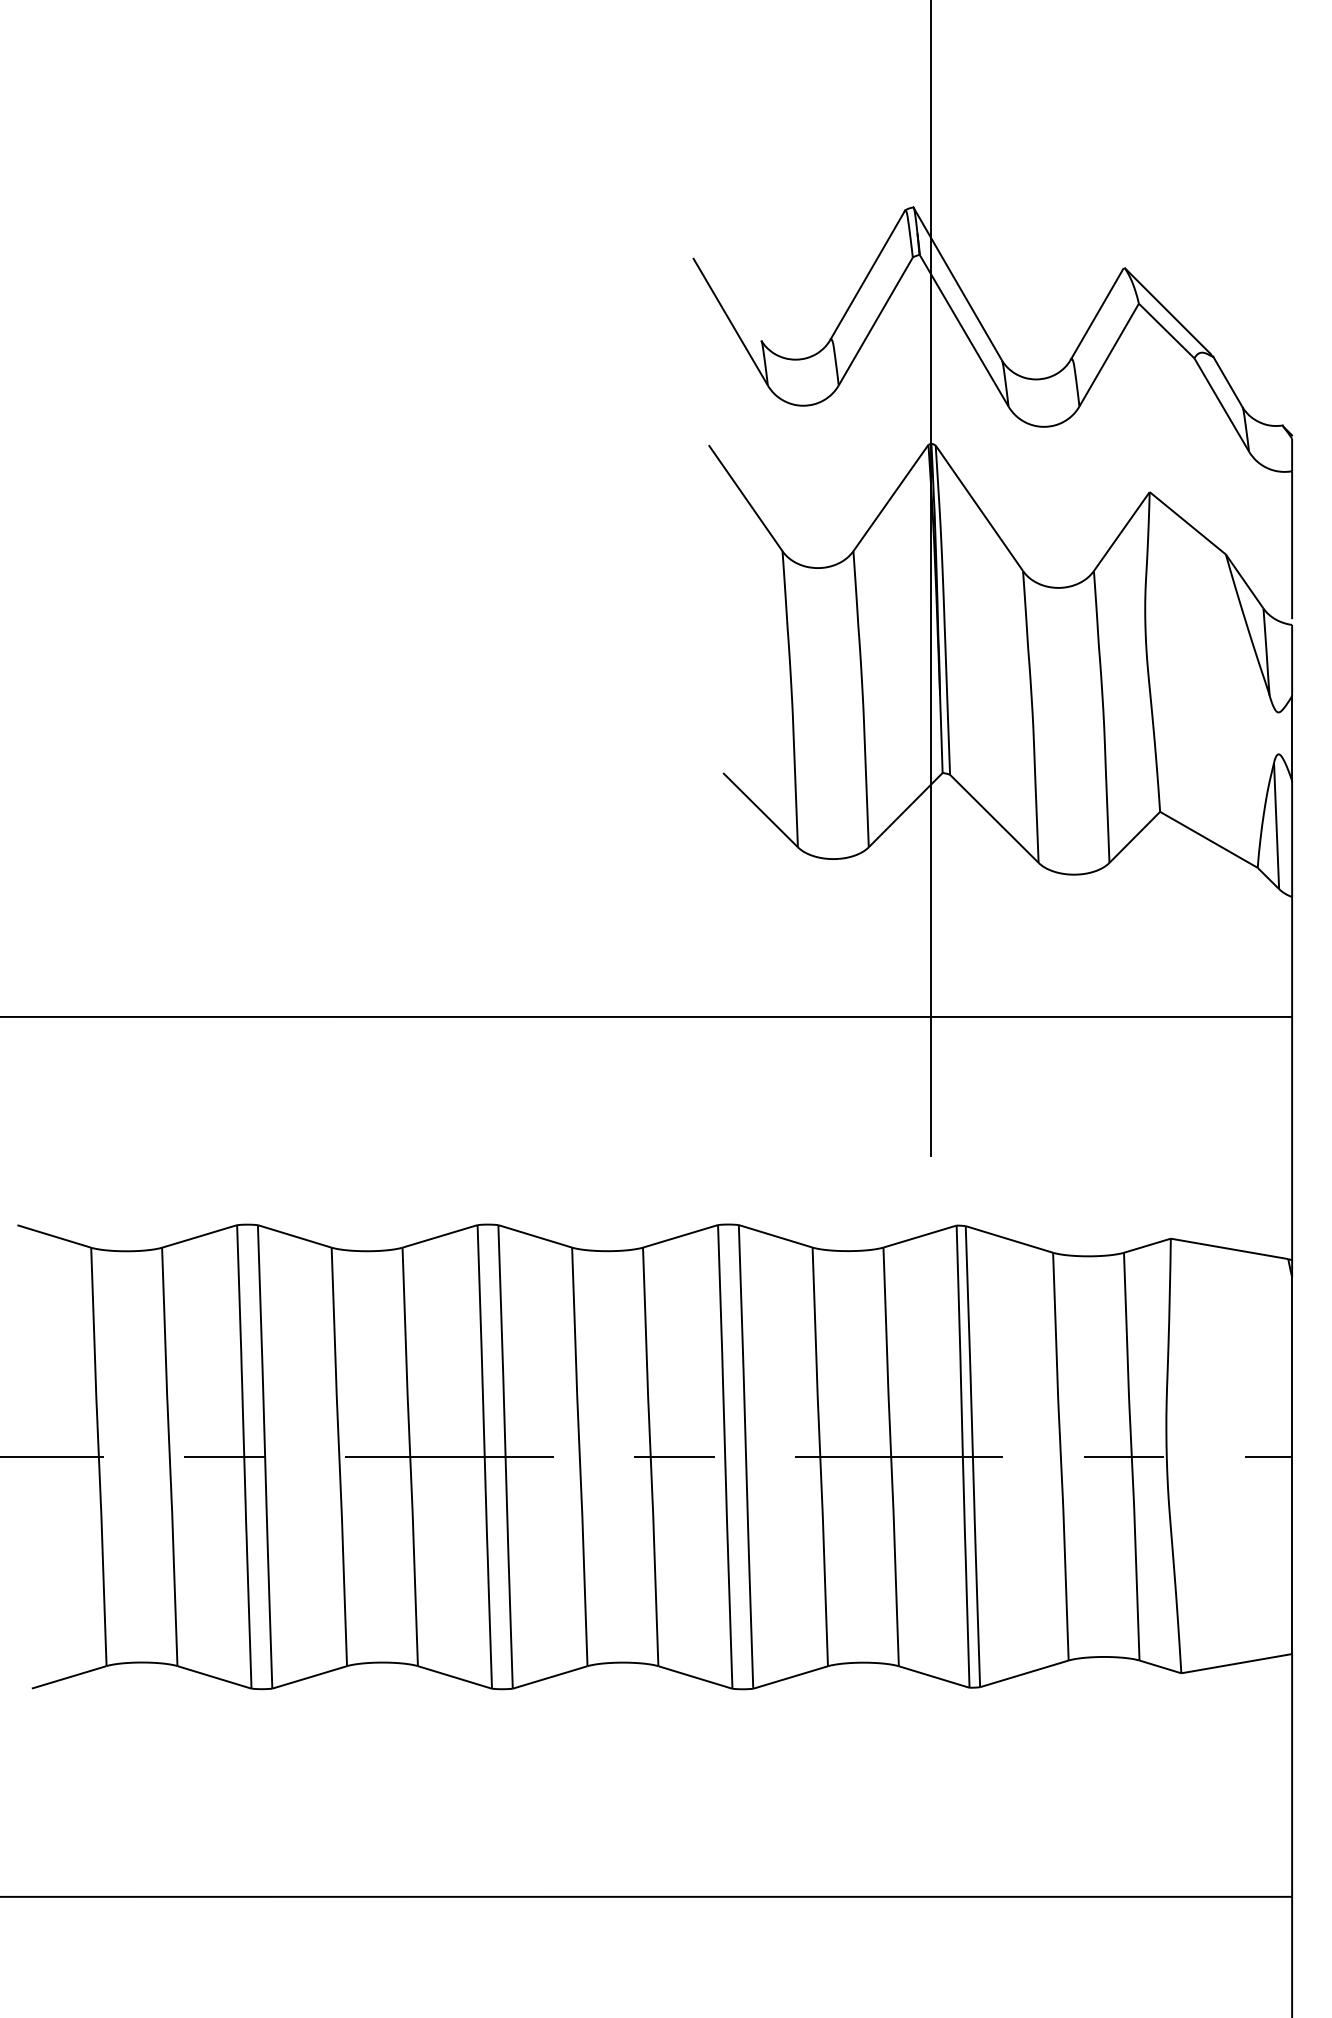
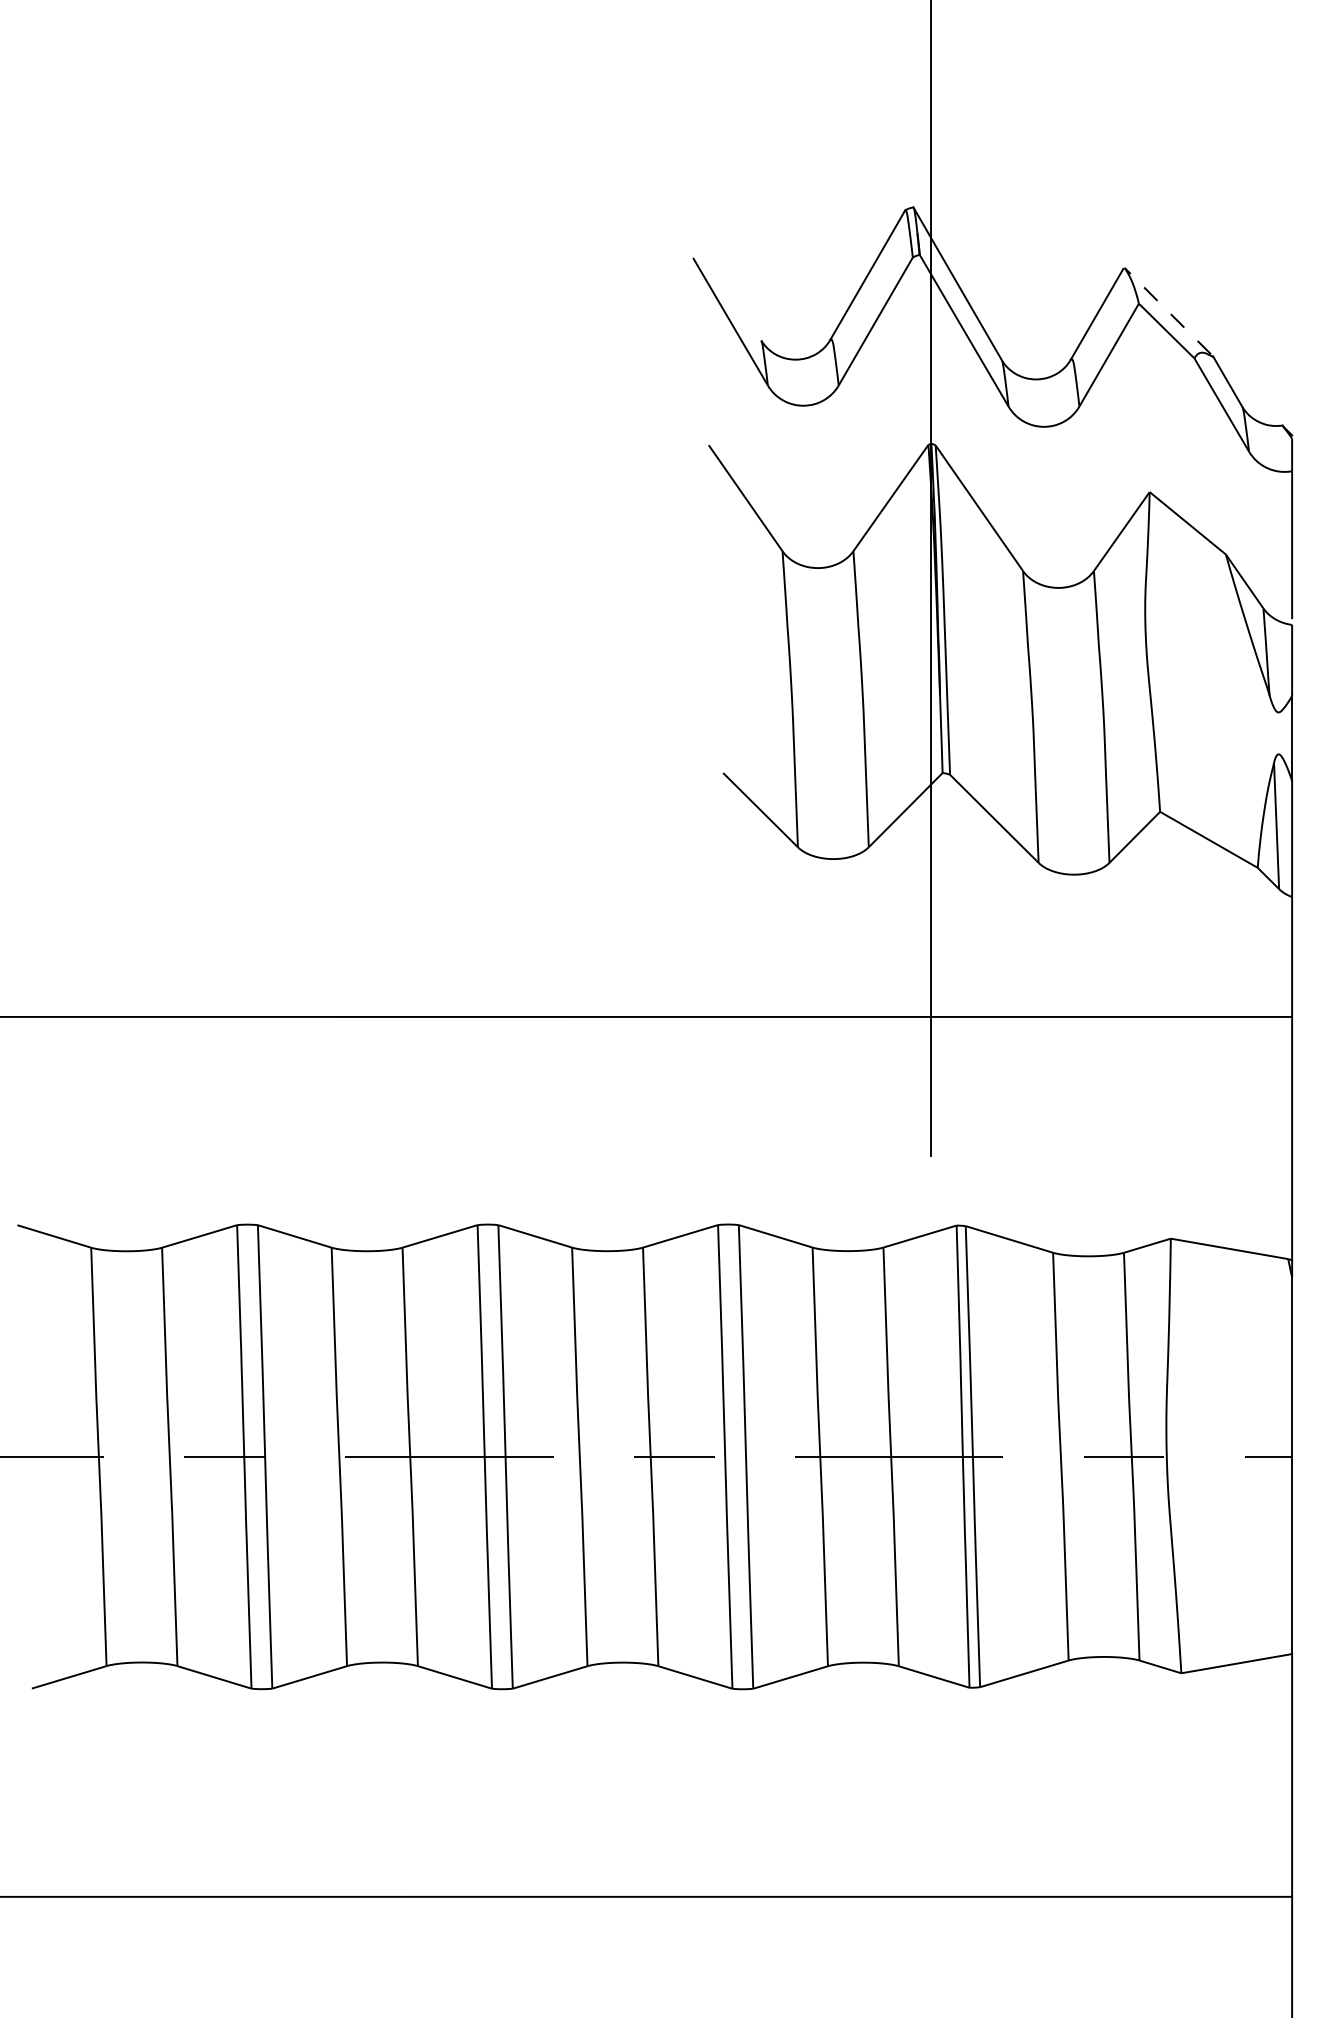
line at (1168, 311): solid -> dashed
